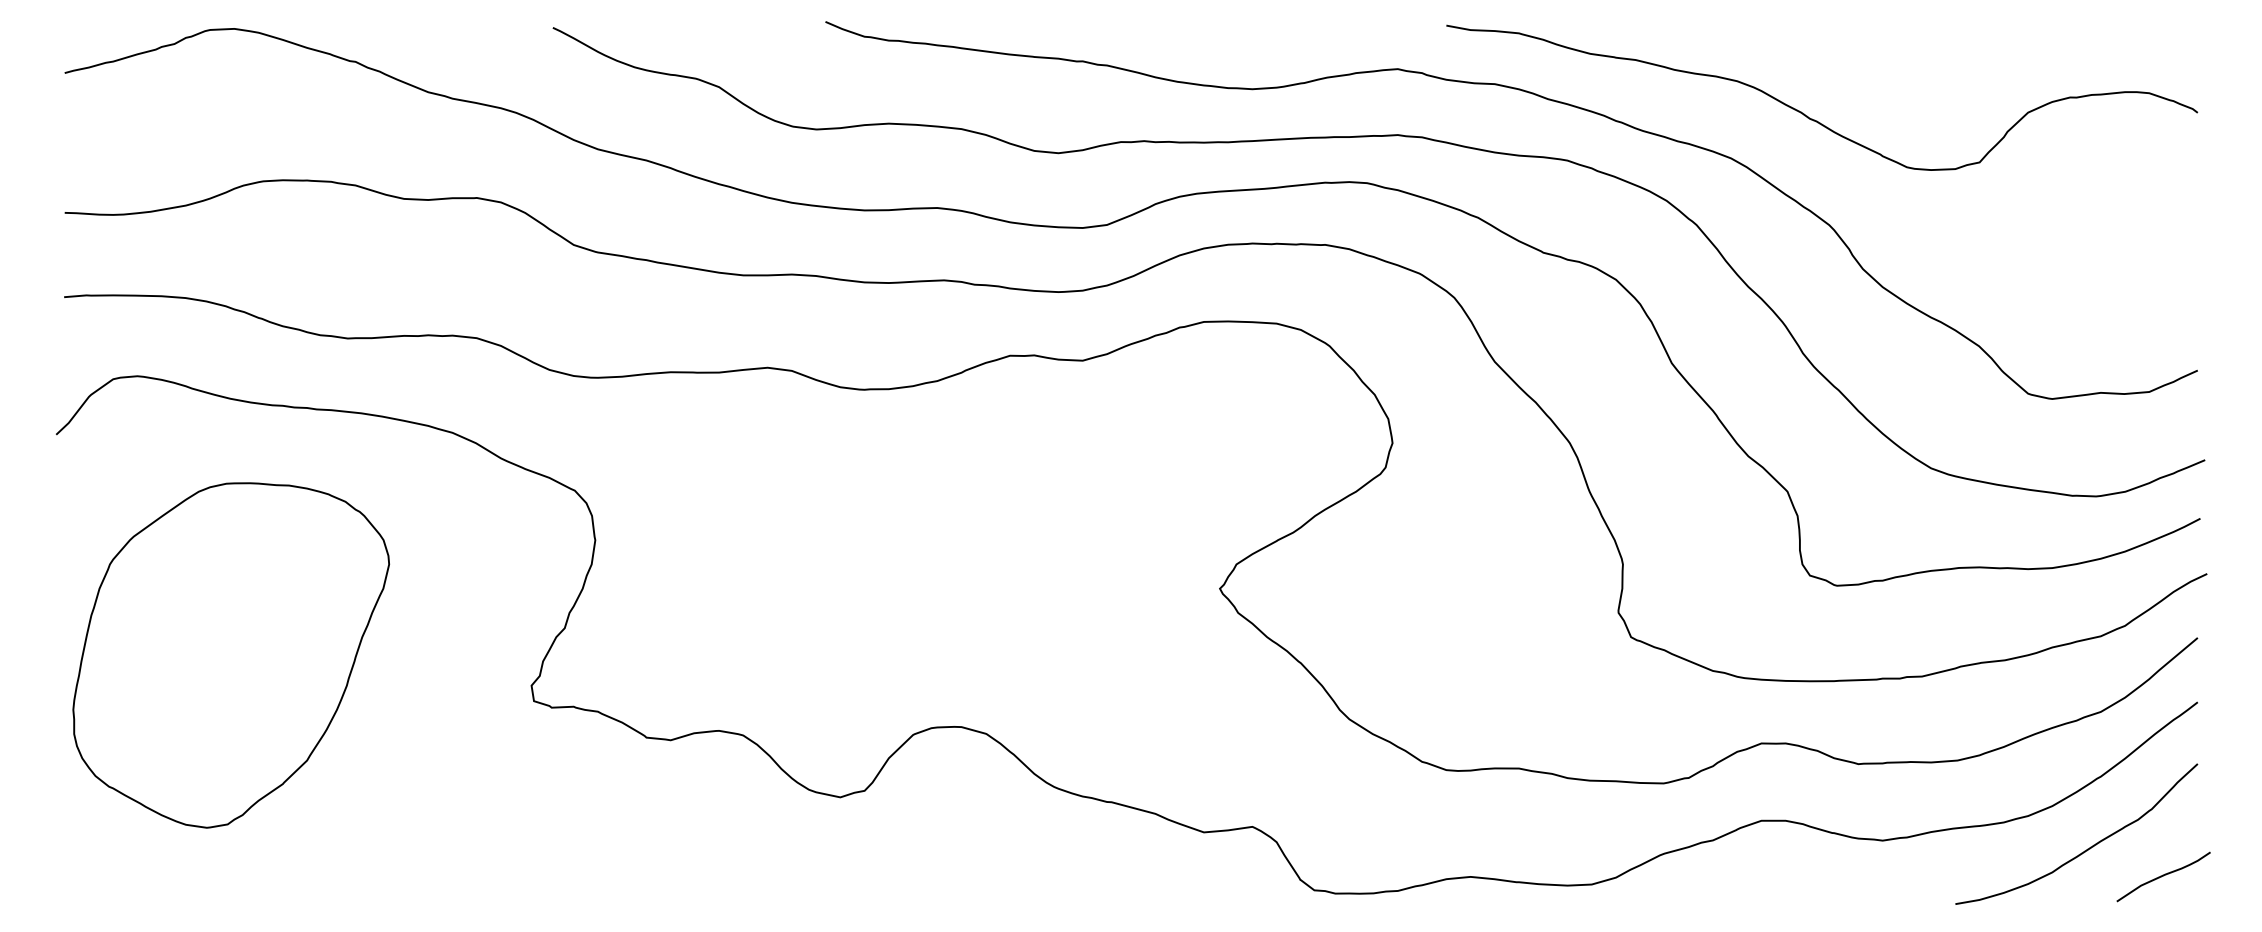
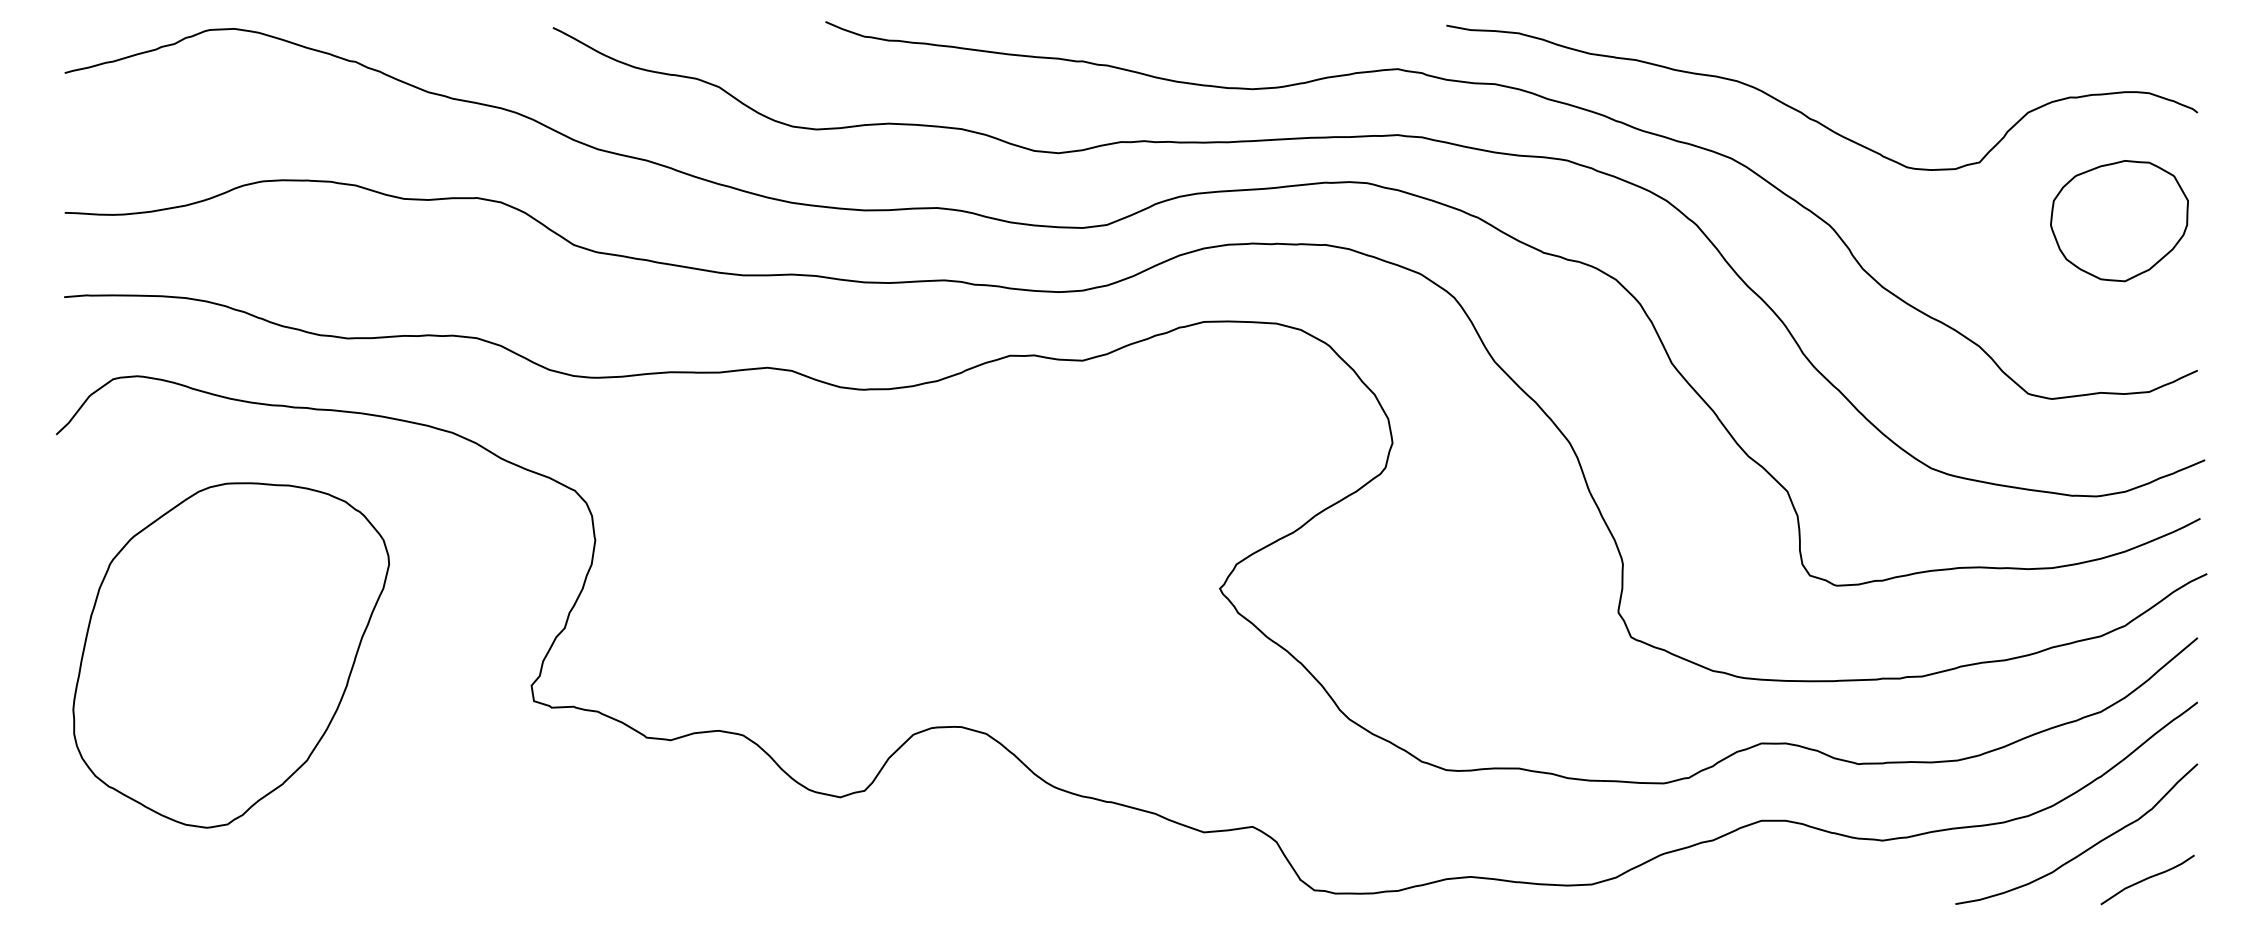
part at (2119, 221): none -> present
curve at (2163, 876) position: (2163, 876) -> (2147, 879)
